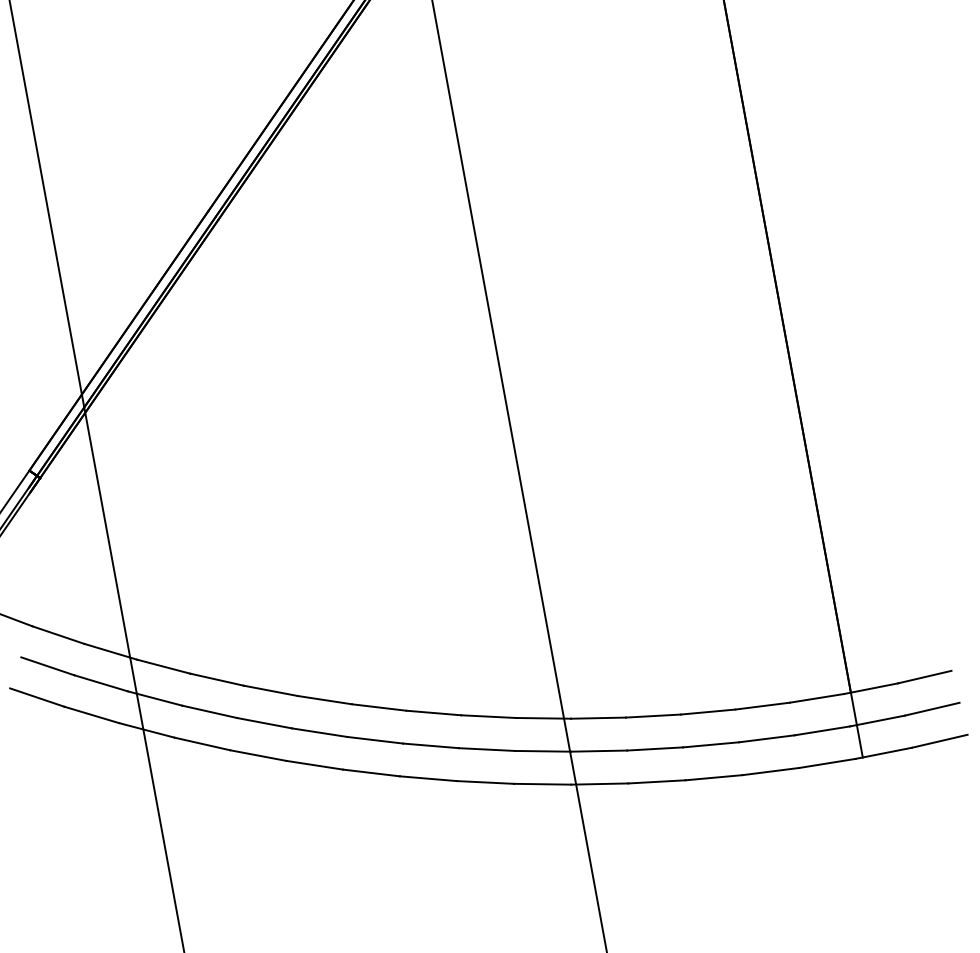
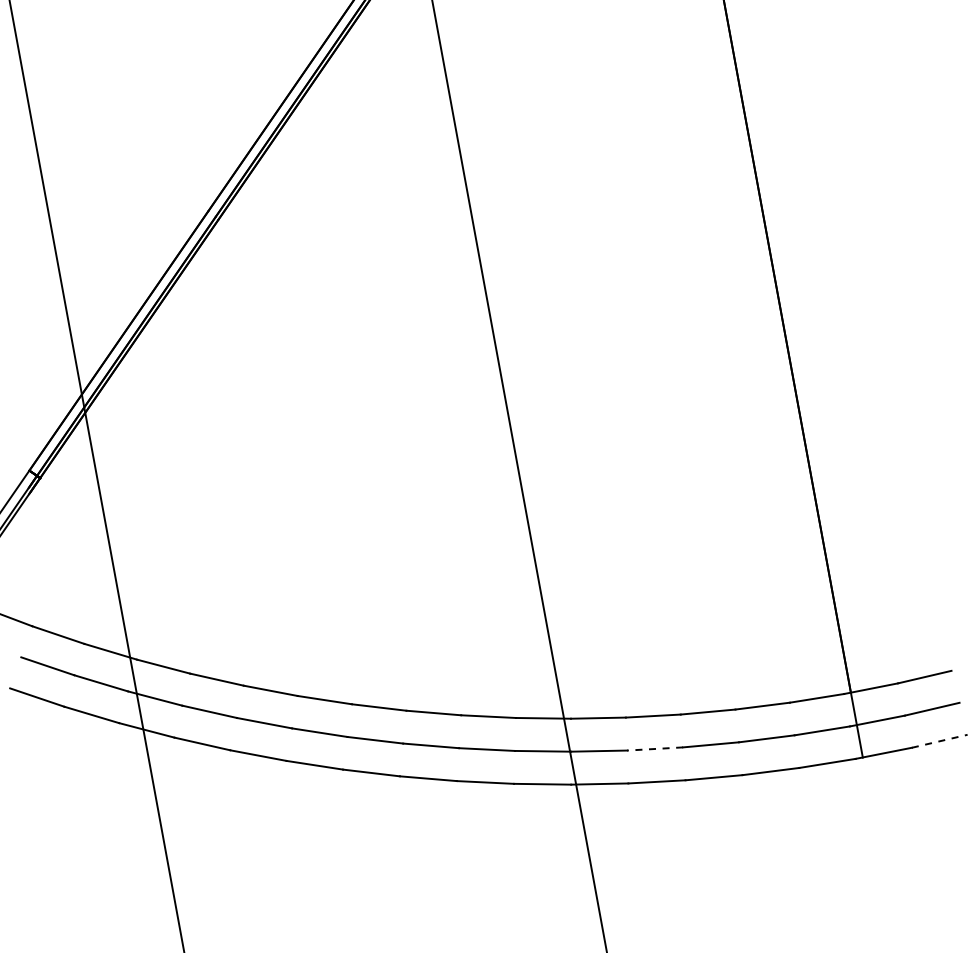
line at (939, 741): solid -> dashed
line at (654, 749): solid -> dashed
